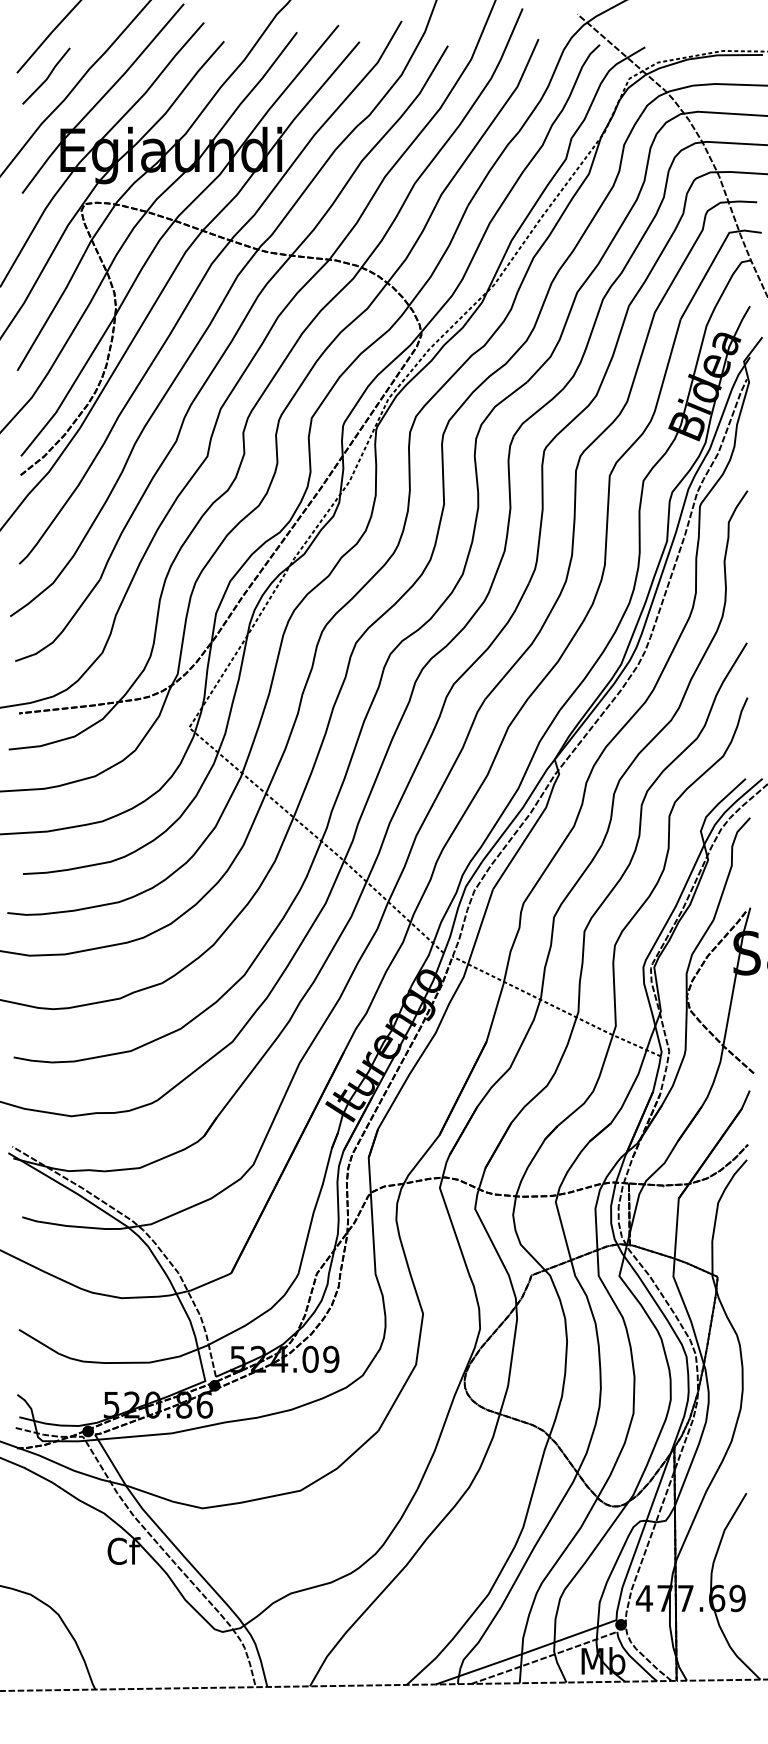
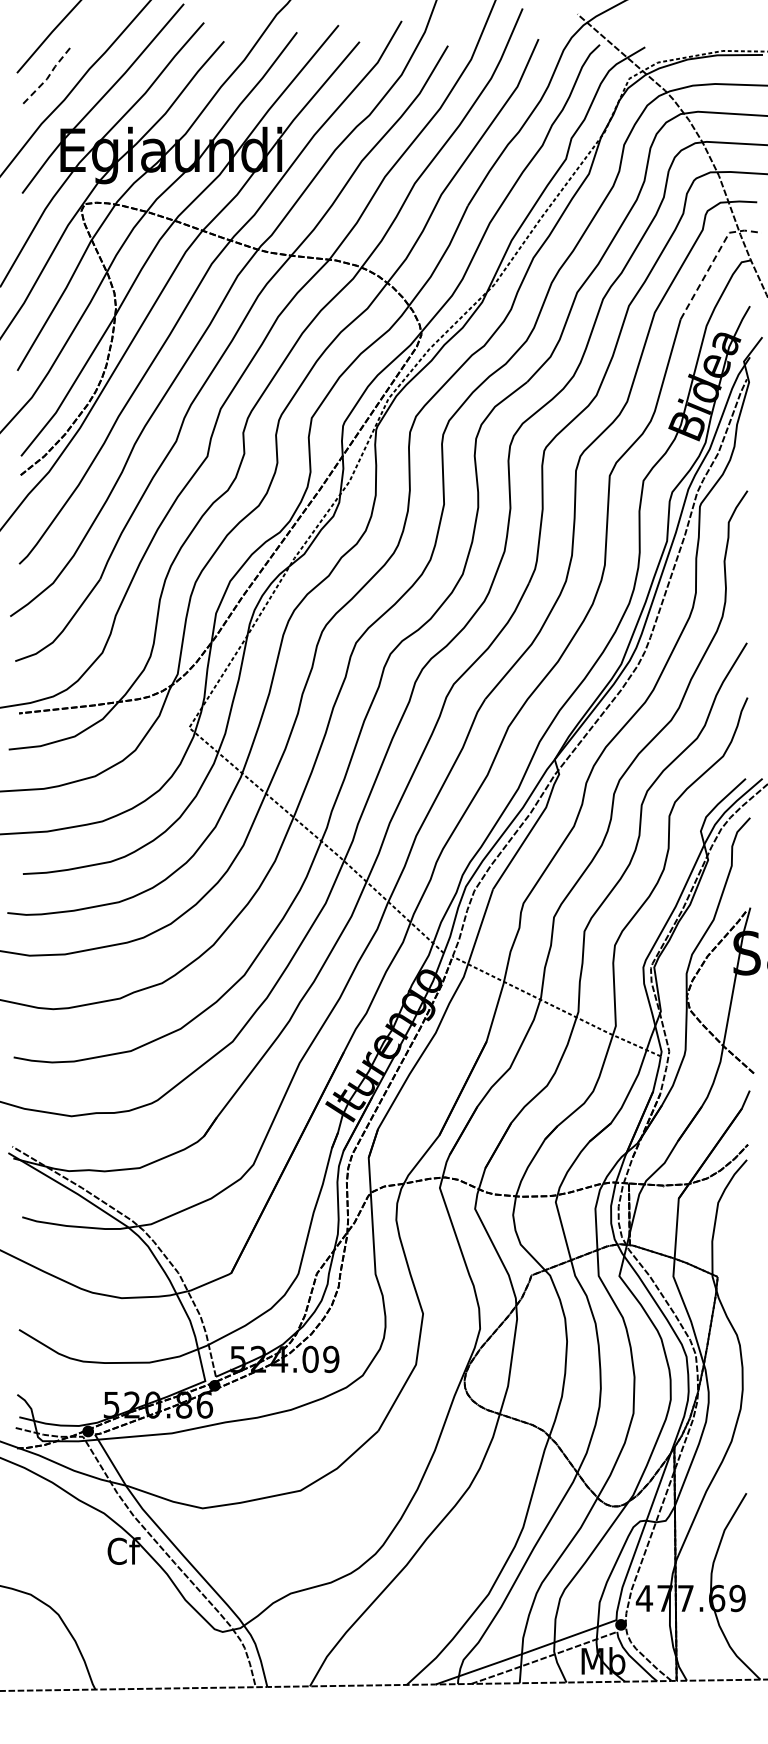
line at (47, 77): solid -> dashed
line at (713, 260): solid -> dashed
